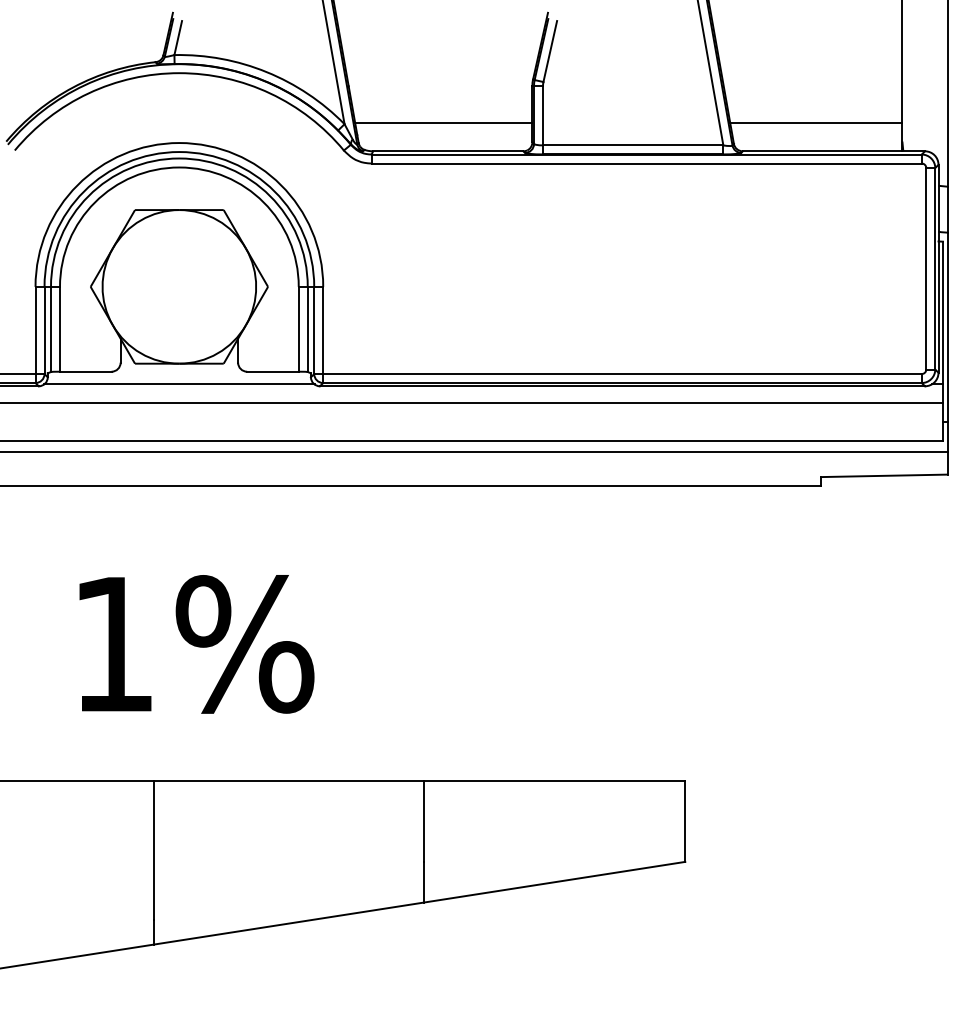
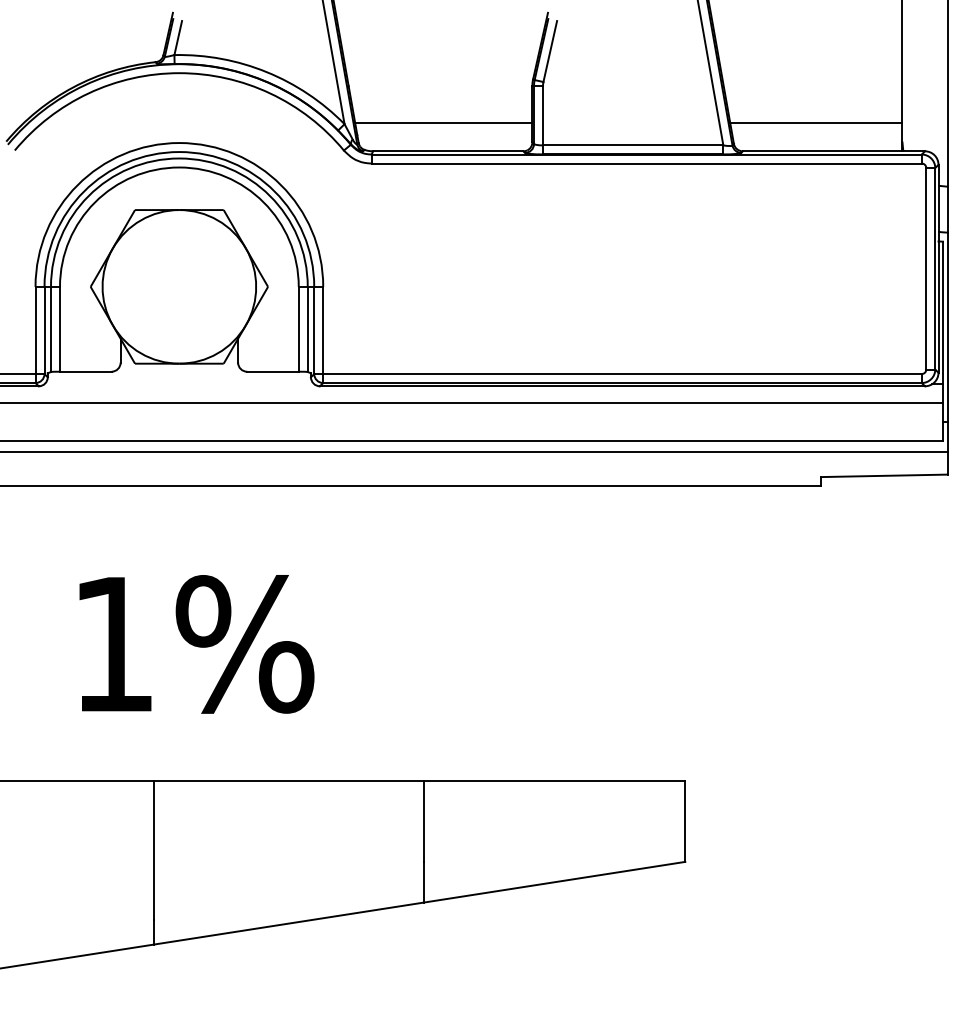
line at (179, 384): present -> none
